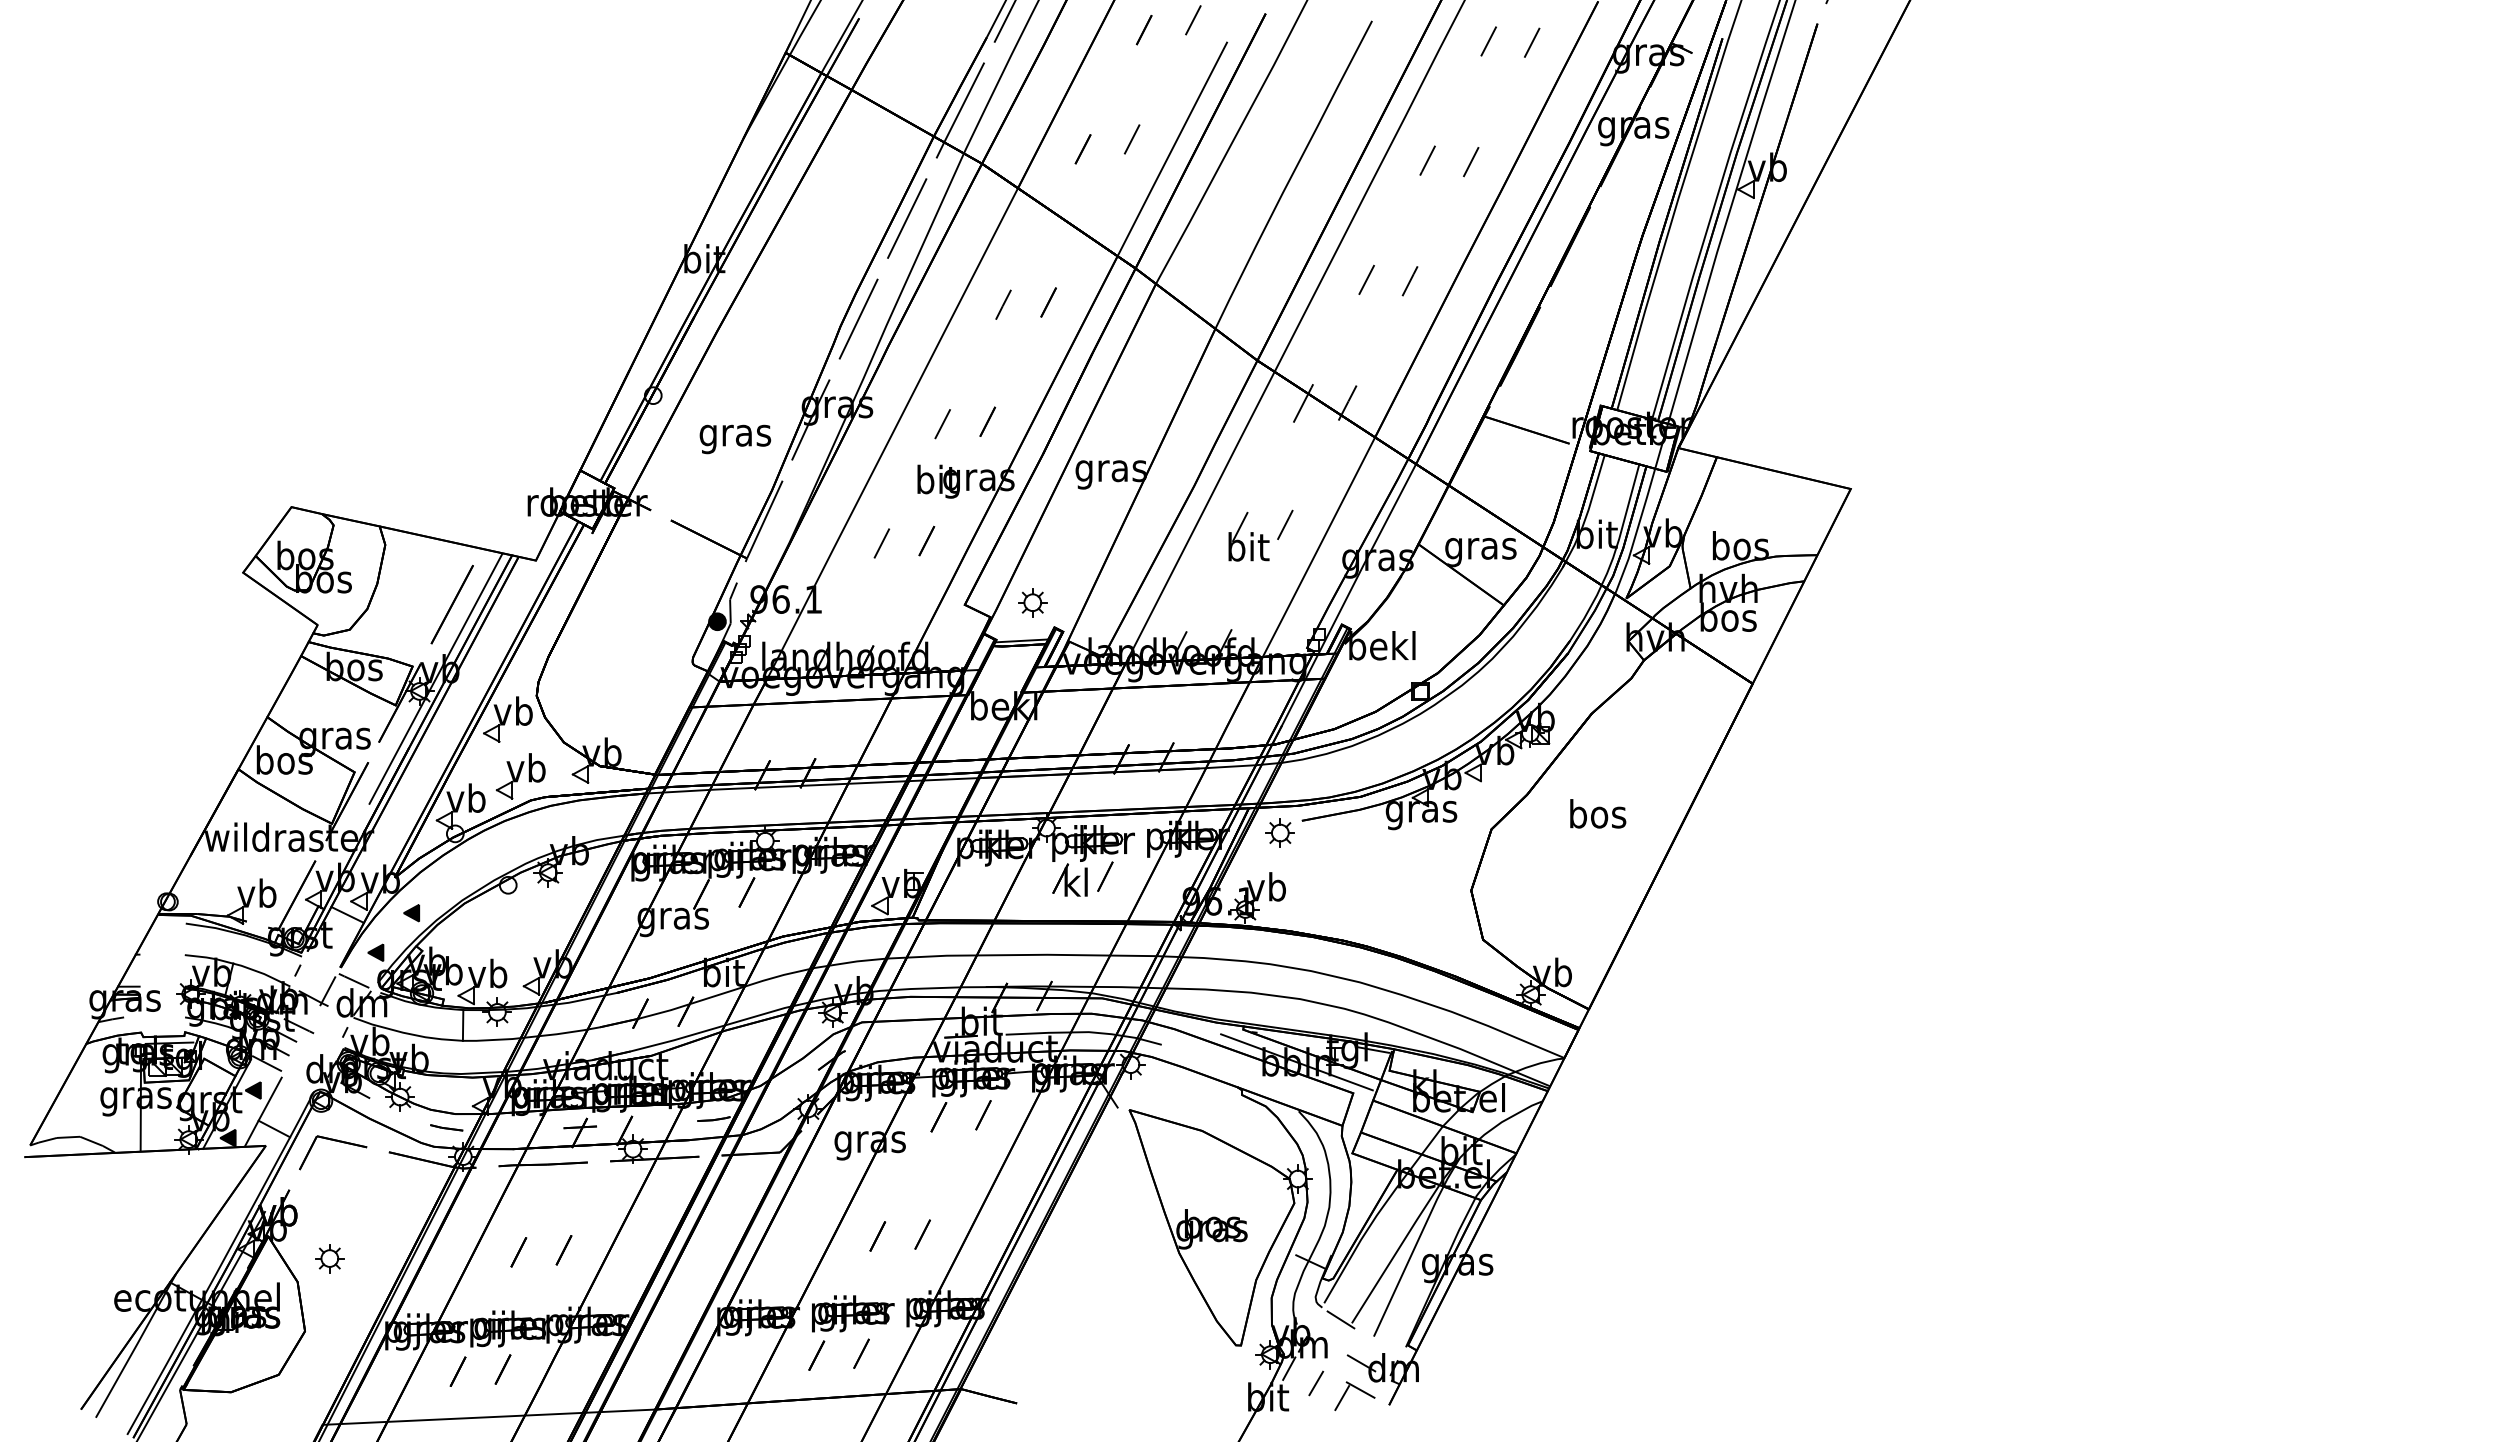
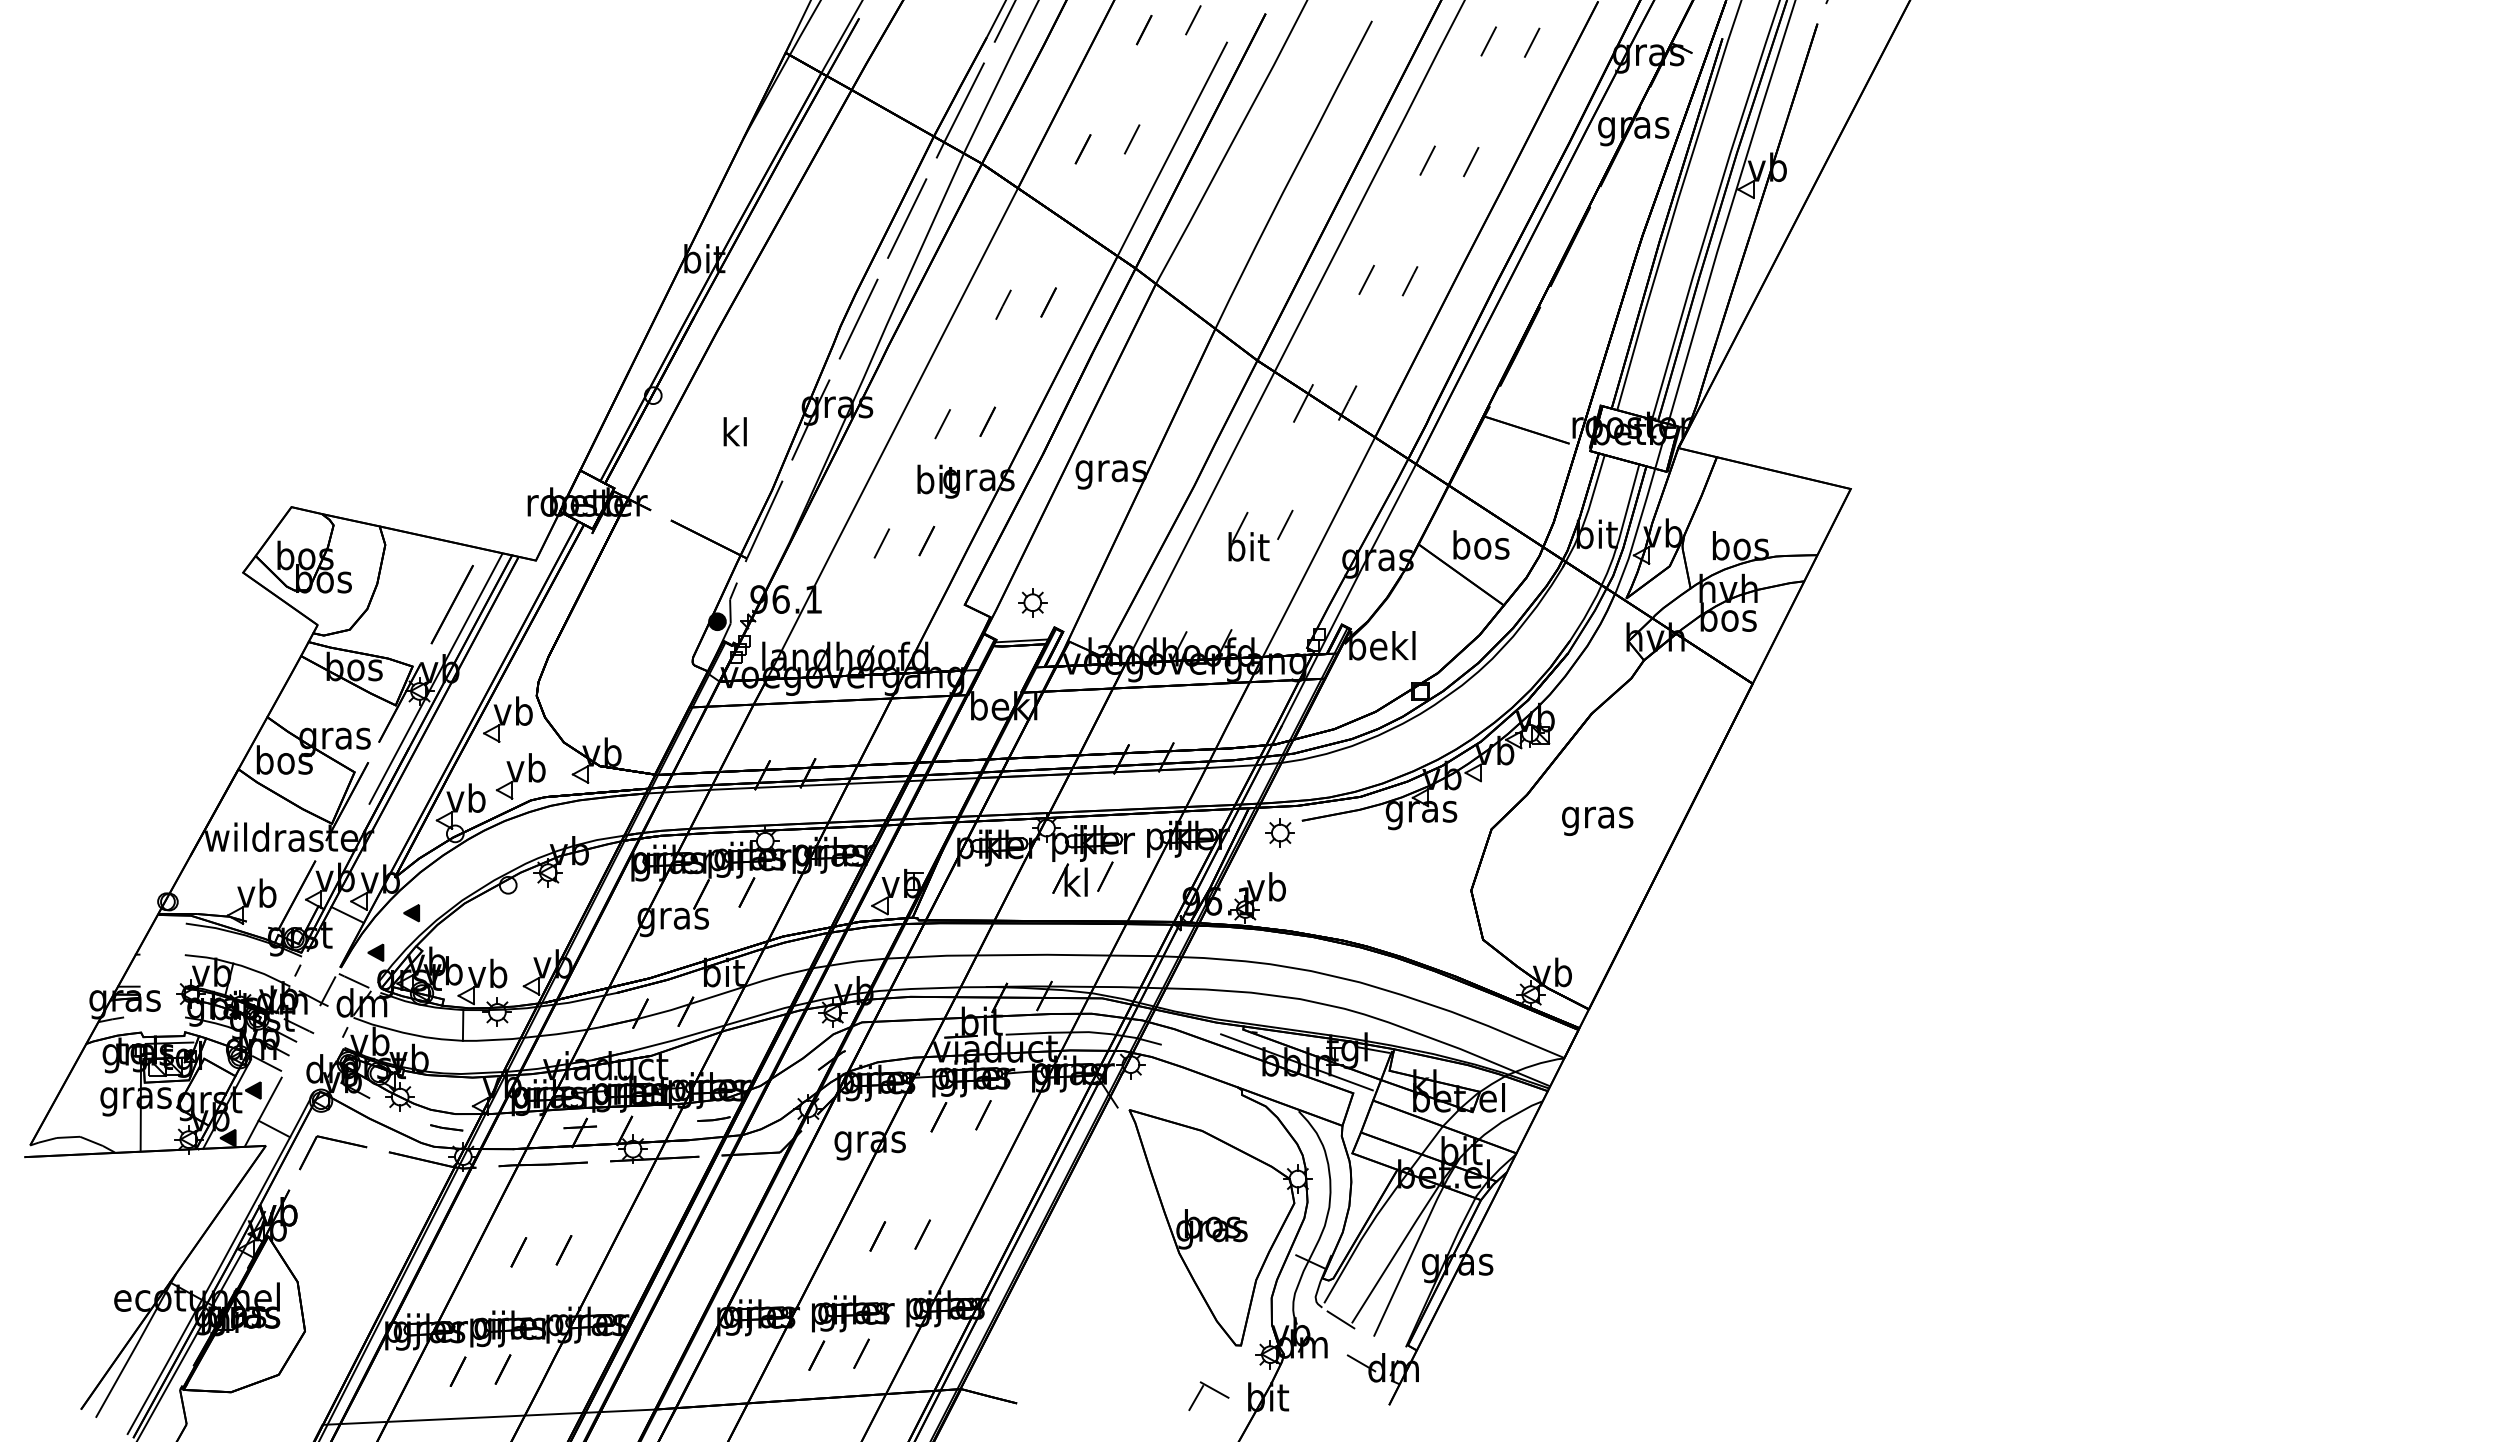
text at (735, 435): gras -> kl
text at (1480, 548): gras -> bos
text at (1597, 817): bos -> gras
part at (329, 1258): present -> none
line at (1289, 1368): present -> none
line at (1316, 1383): present -> none
part at (1357, 1389) position: (1357, 1389) -> (1211, 1389)
